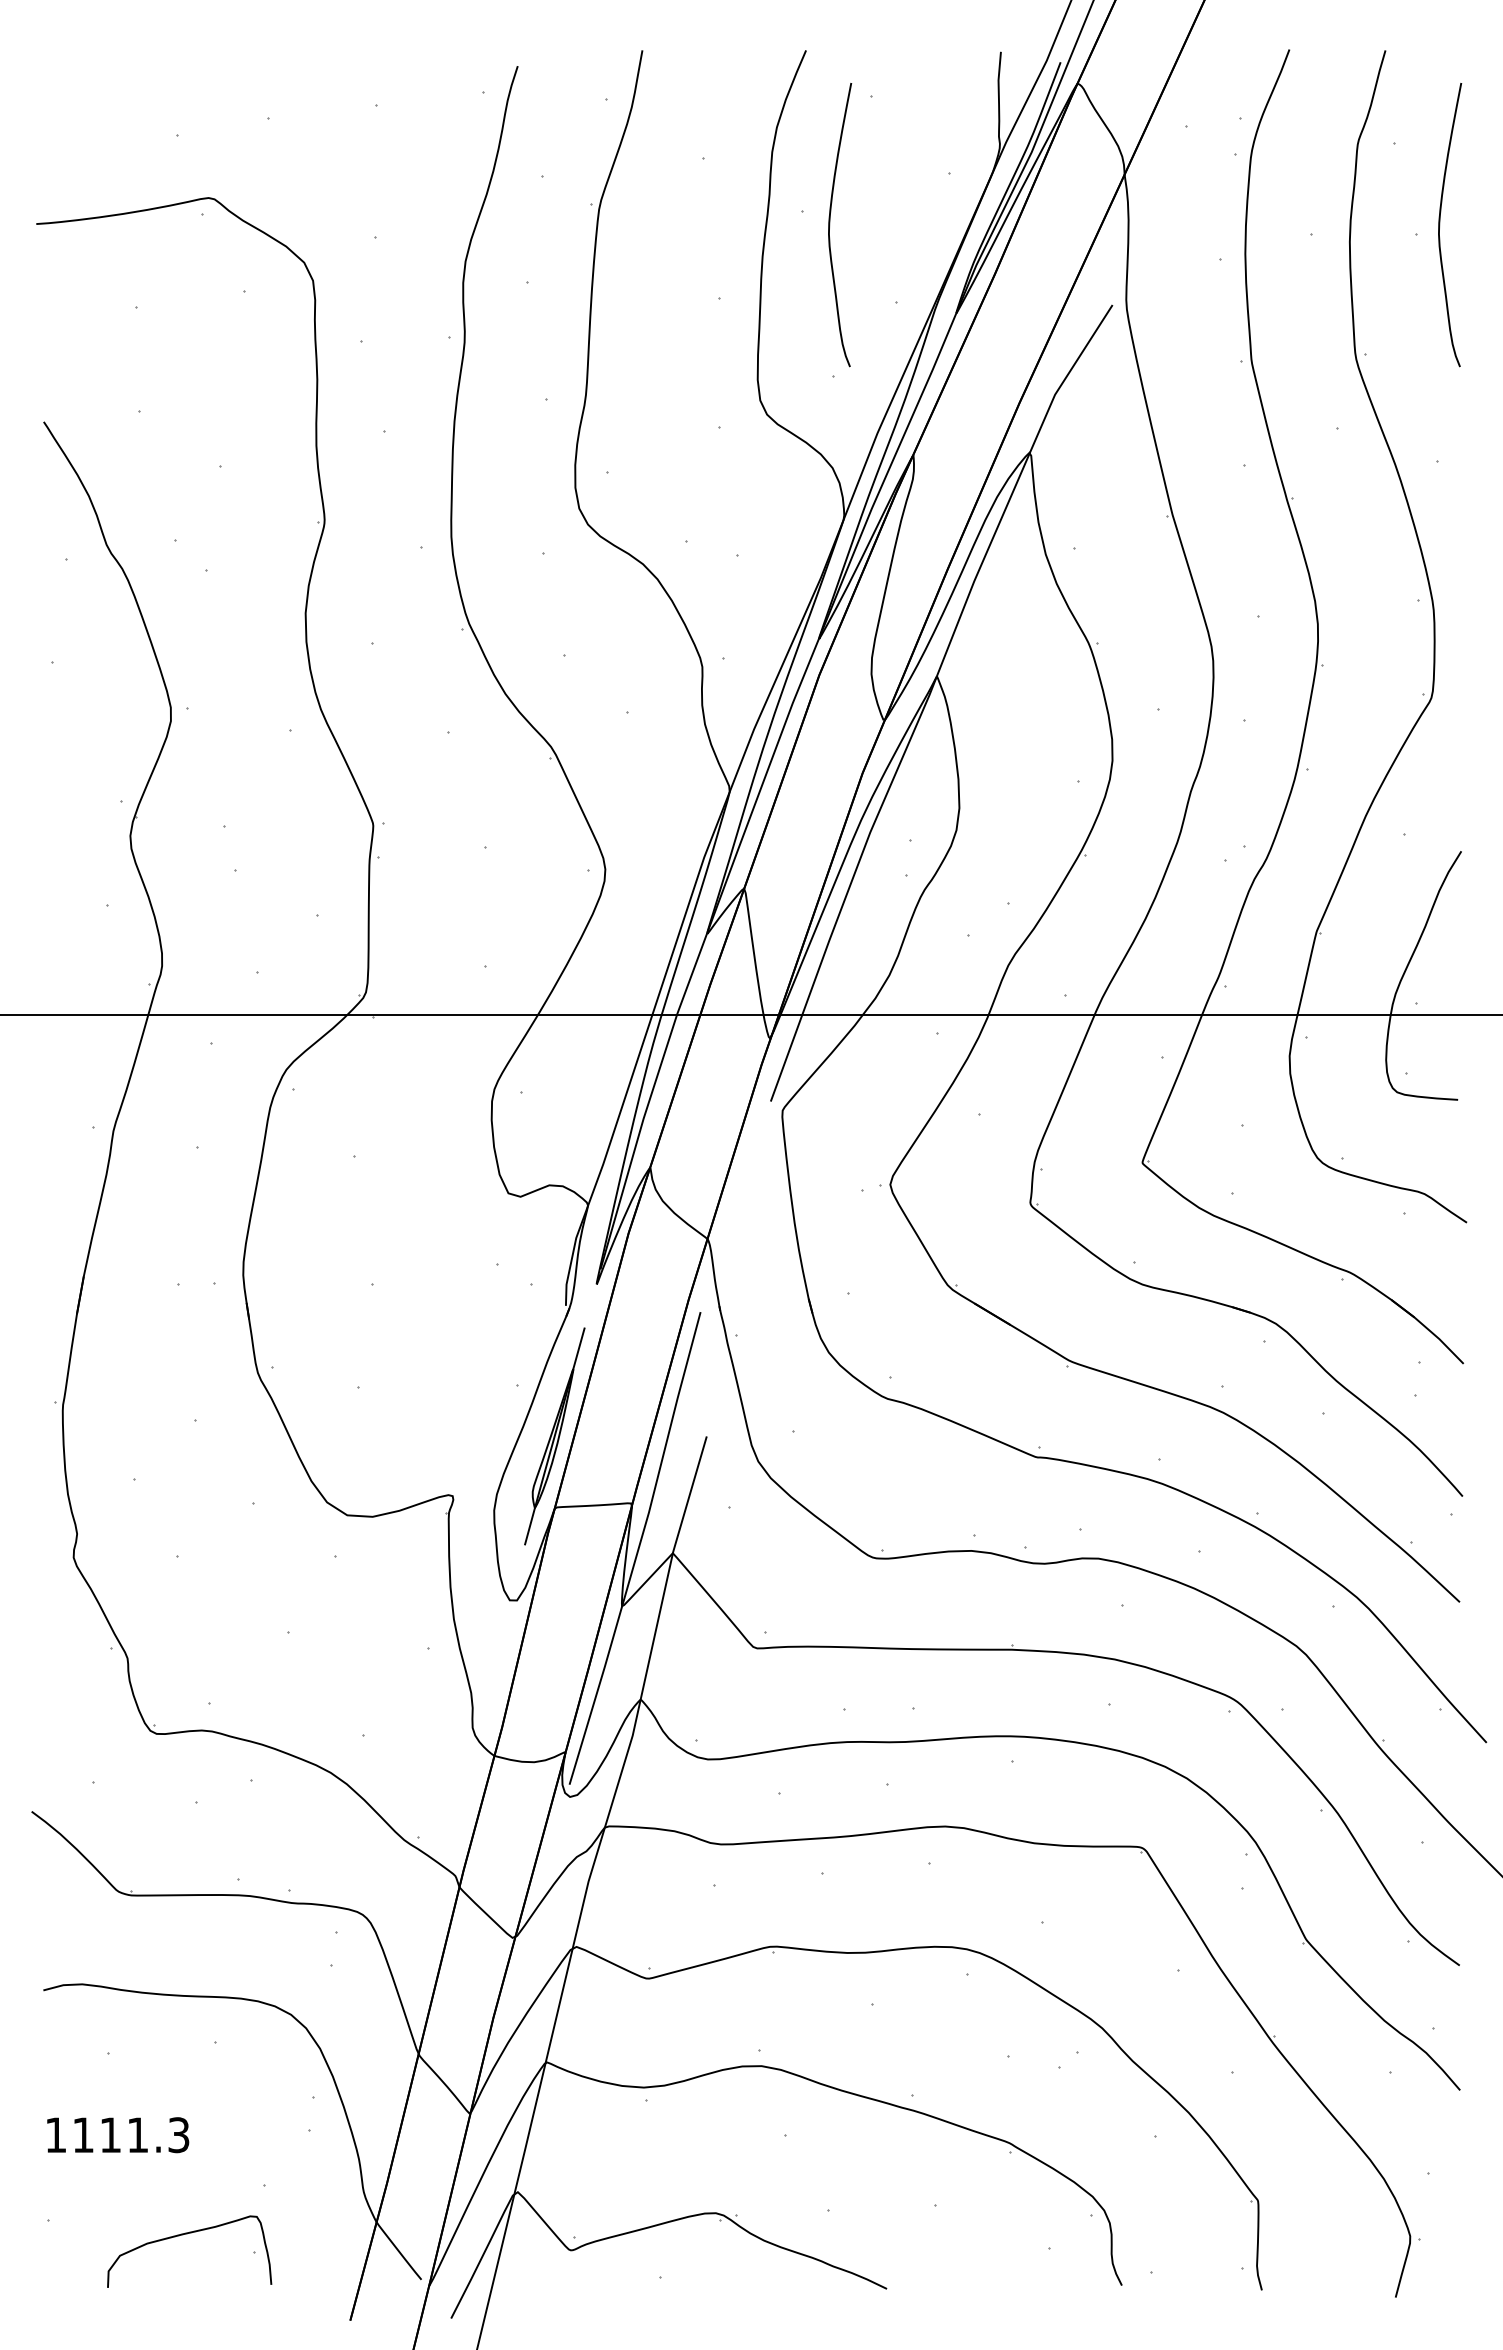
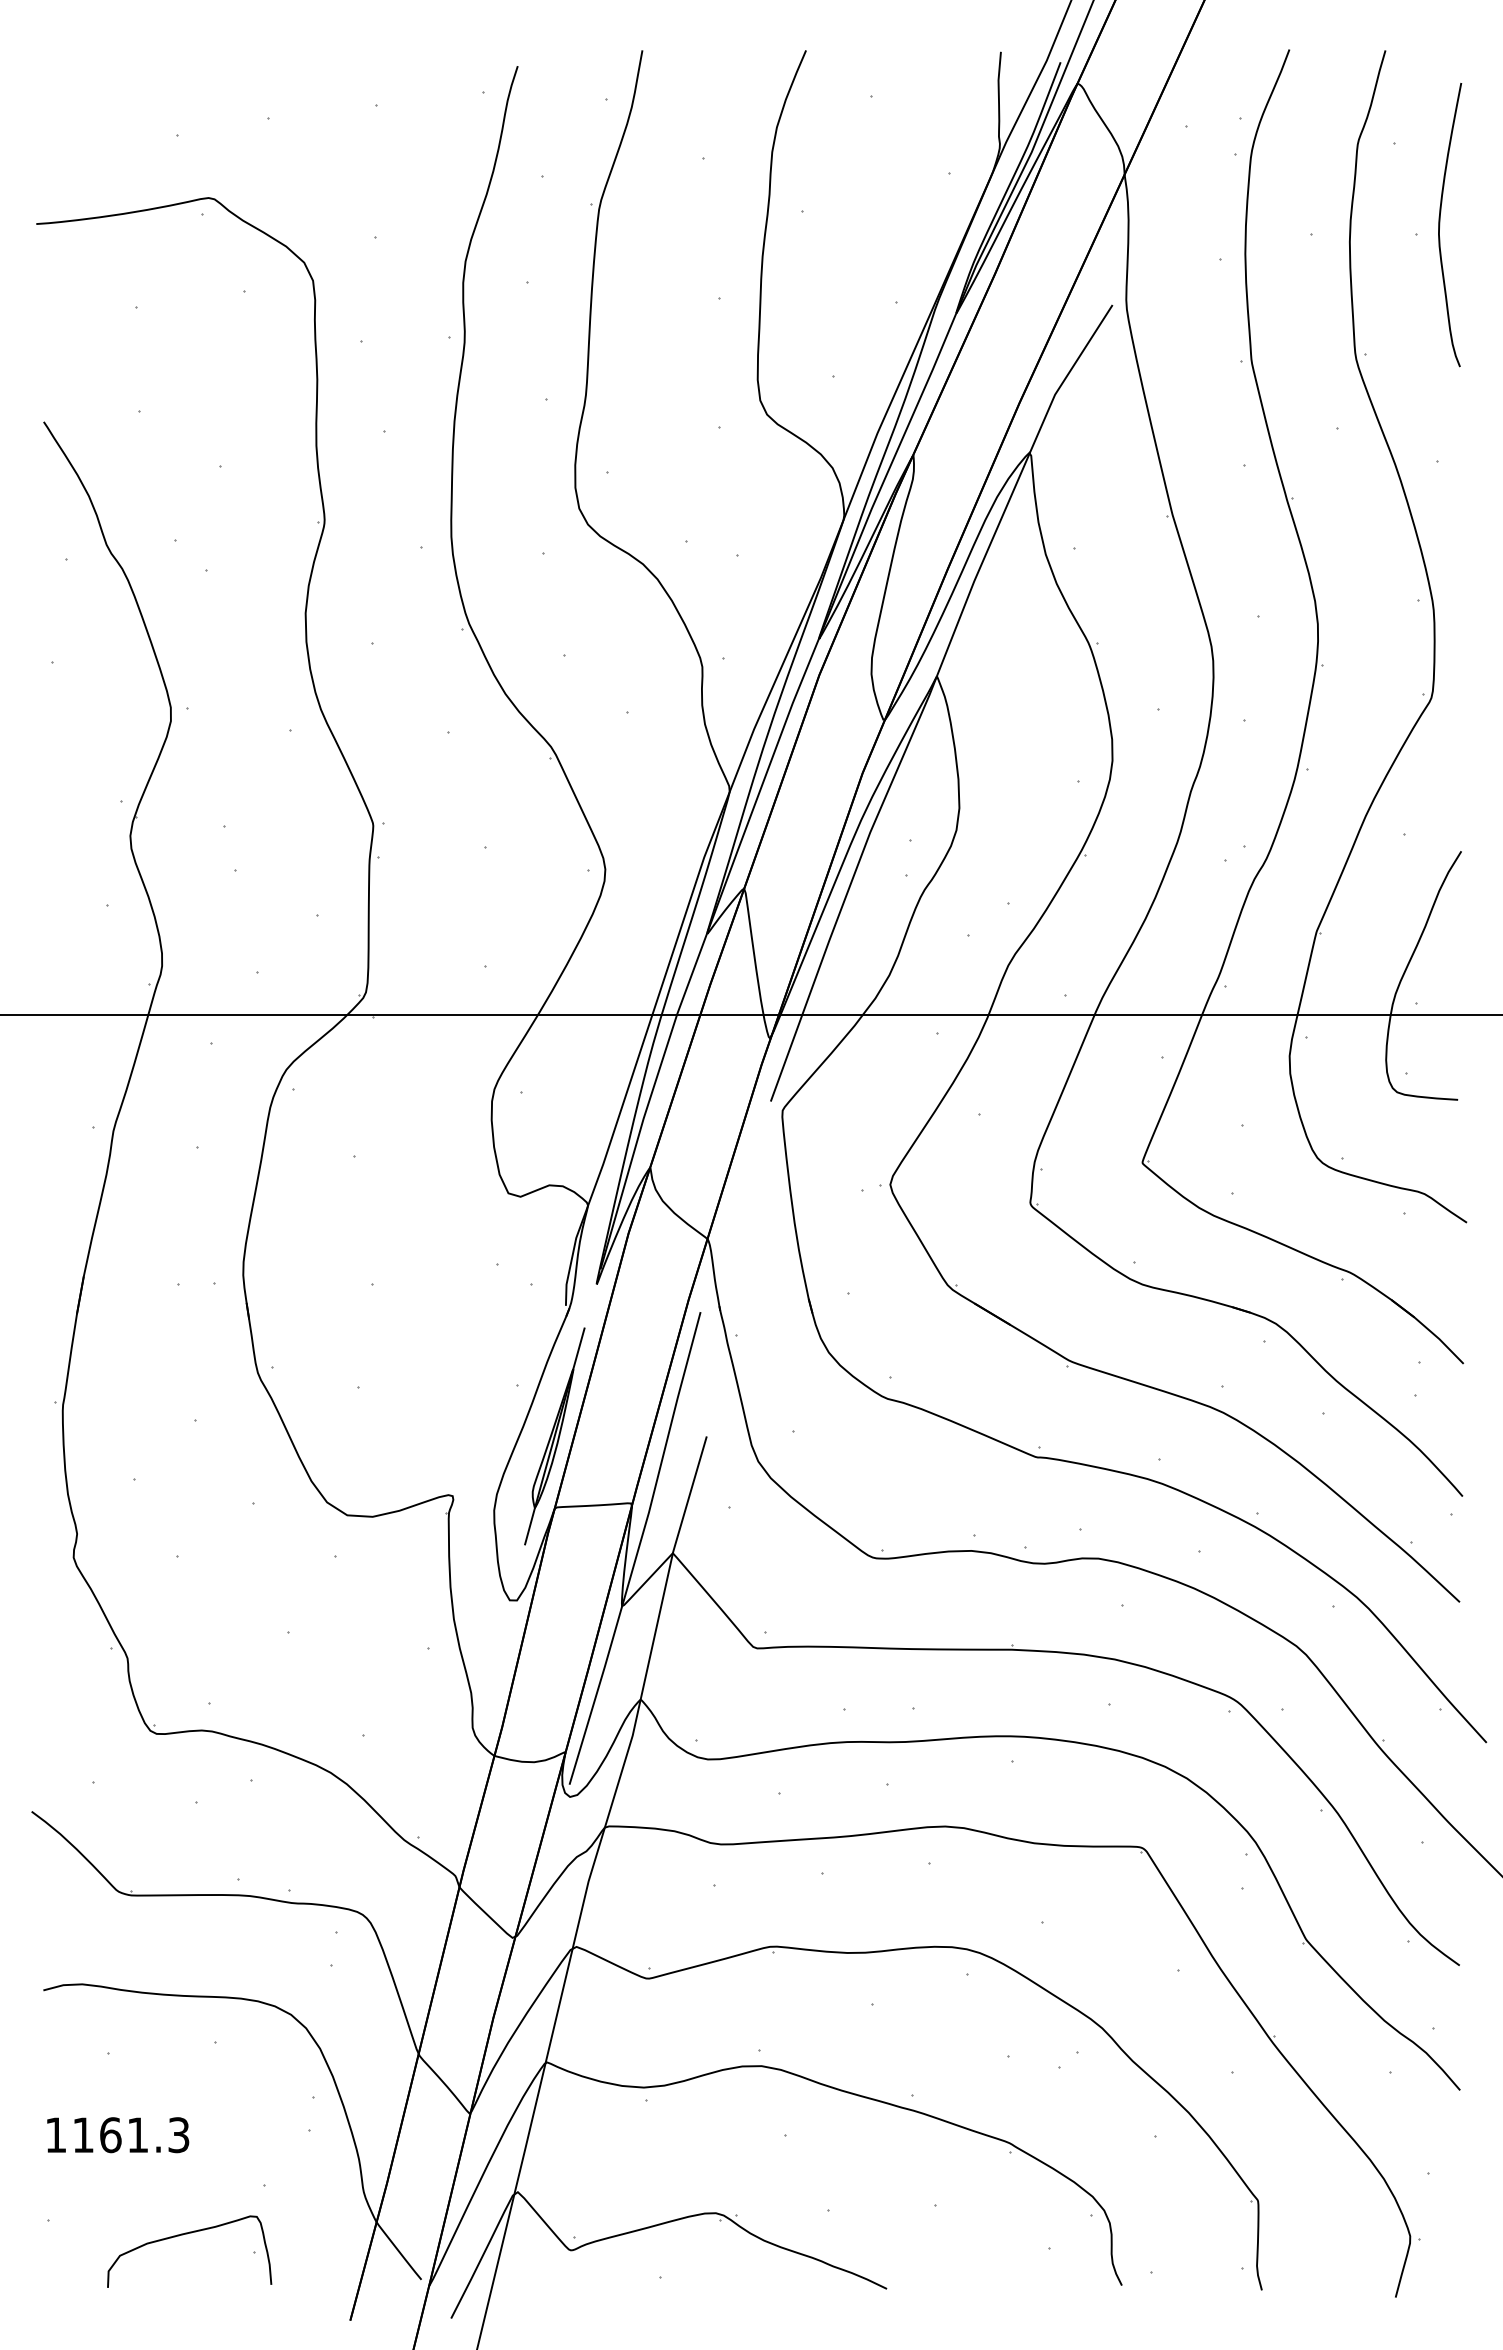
curve at (830, 225): present -> none
text at (110, 2135): 1111.3 -> 1161.3
